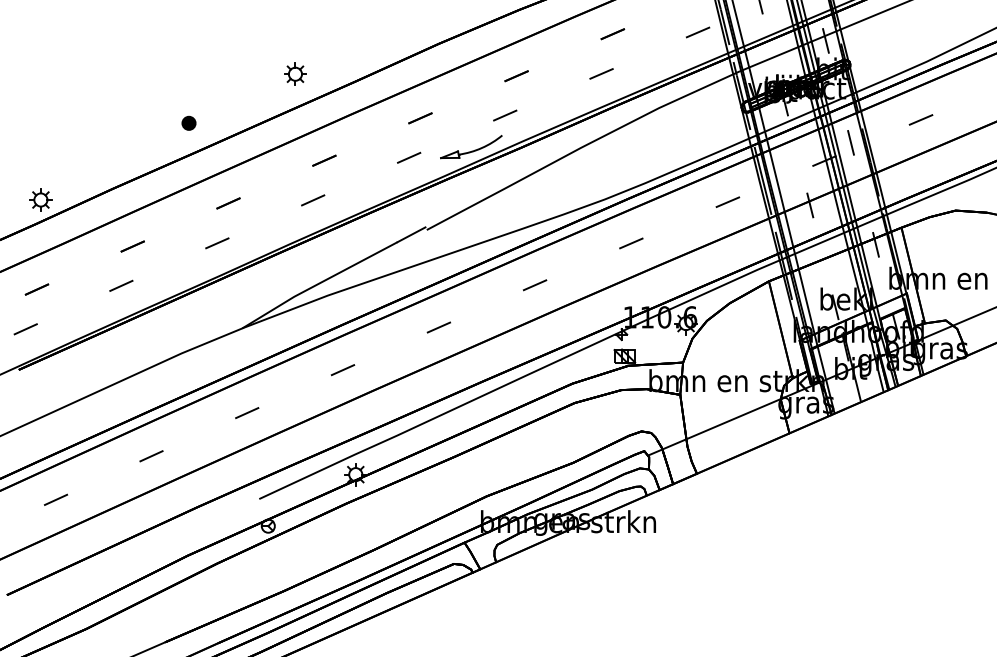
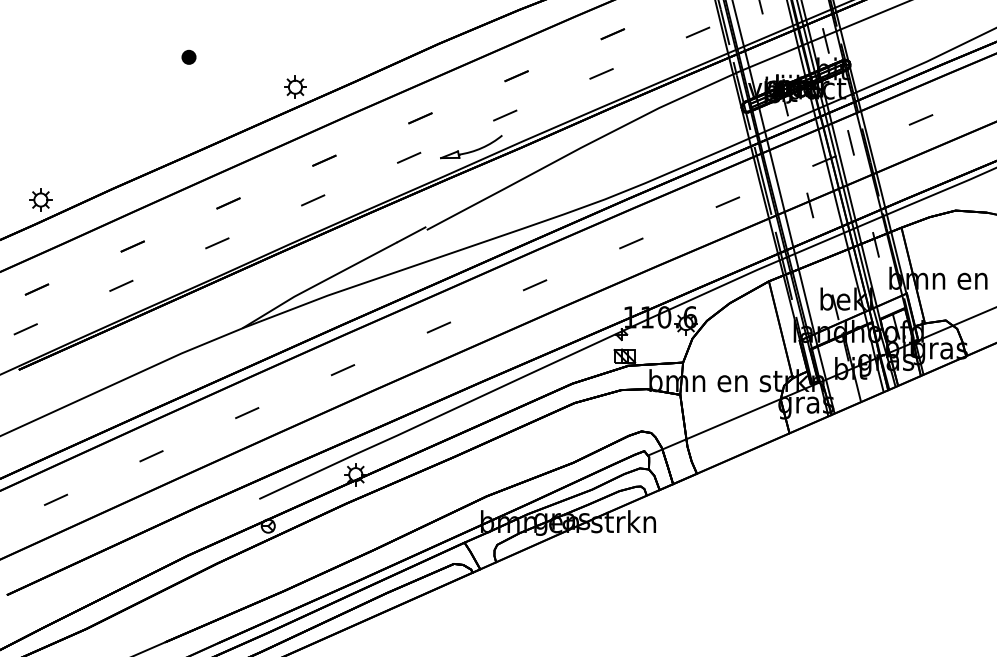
part at (295, 73) position: (295, 73) -> (295, 86)
part at (188, 122) position: (188, 122) -> (188, 56)
